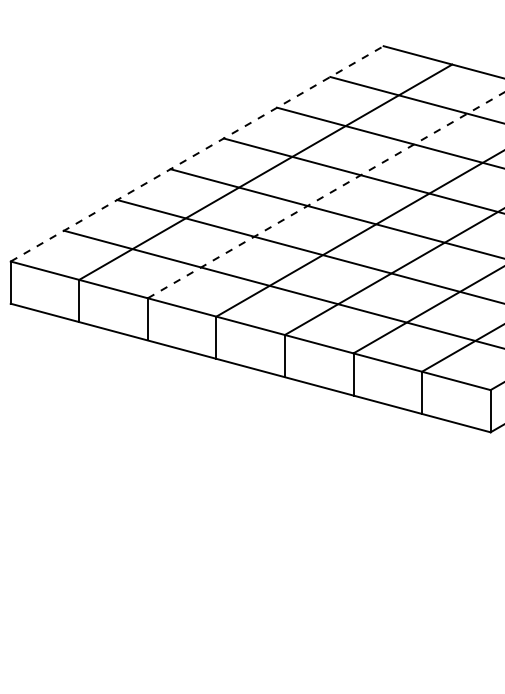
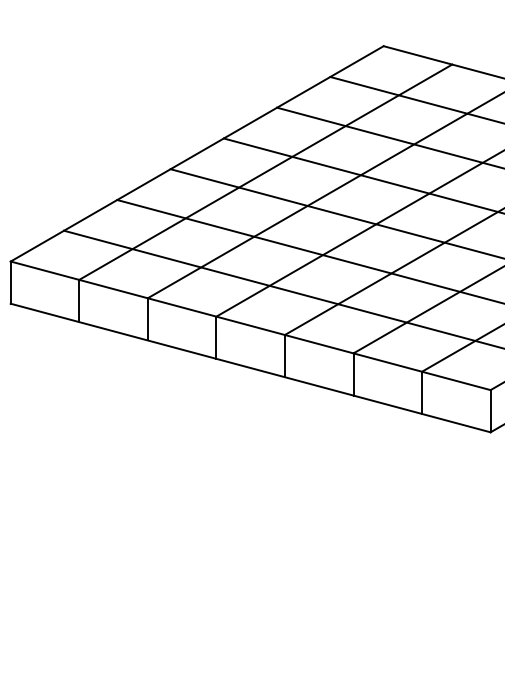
line at (197, 153): dashed -> solid
line at (326, 195): dashed -> solid
